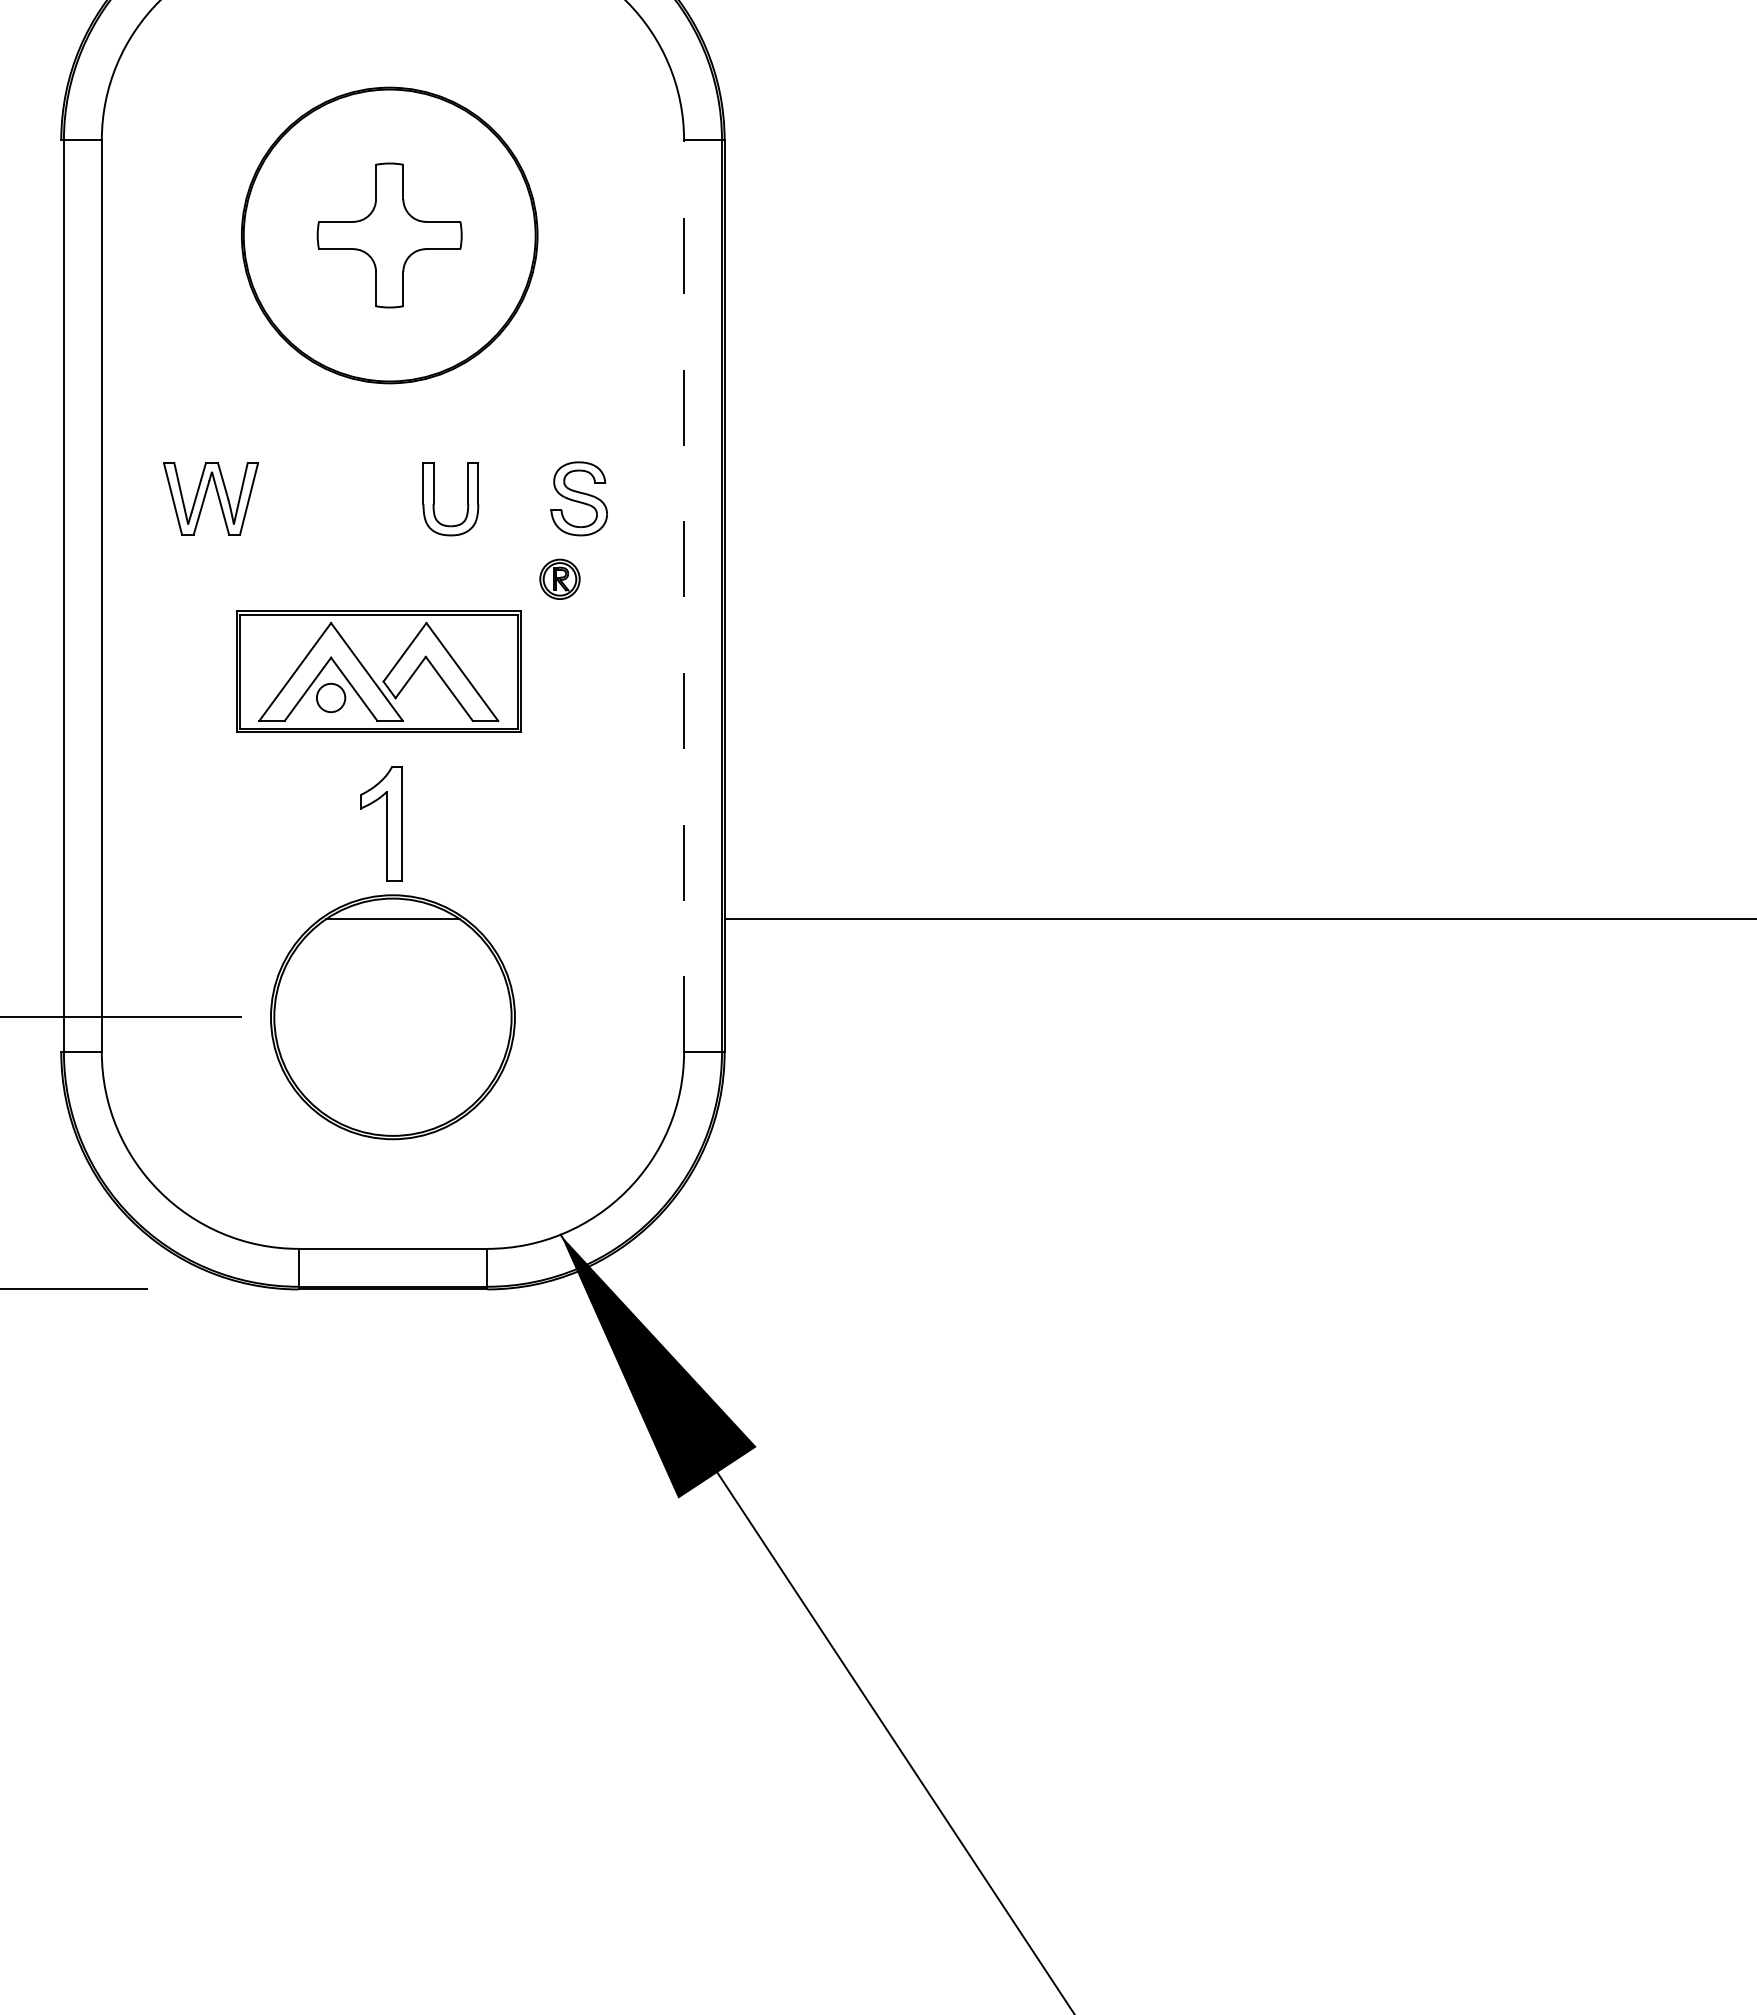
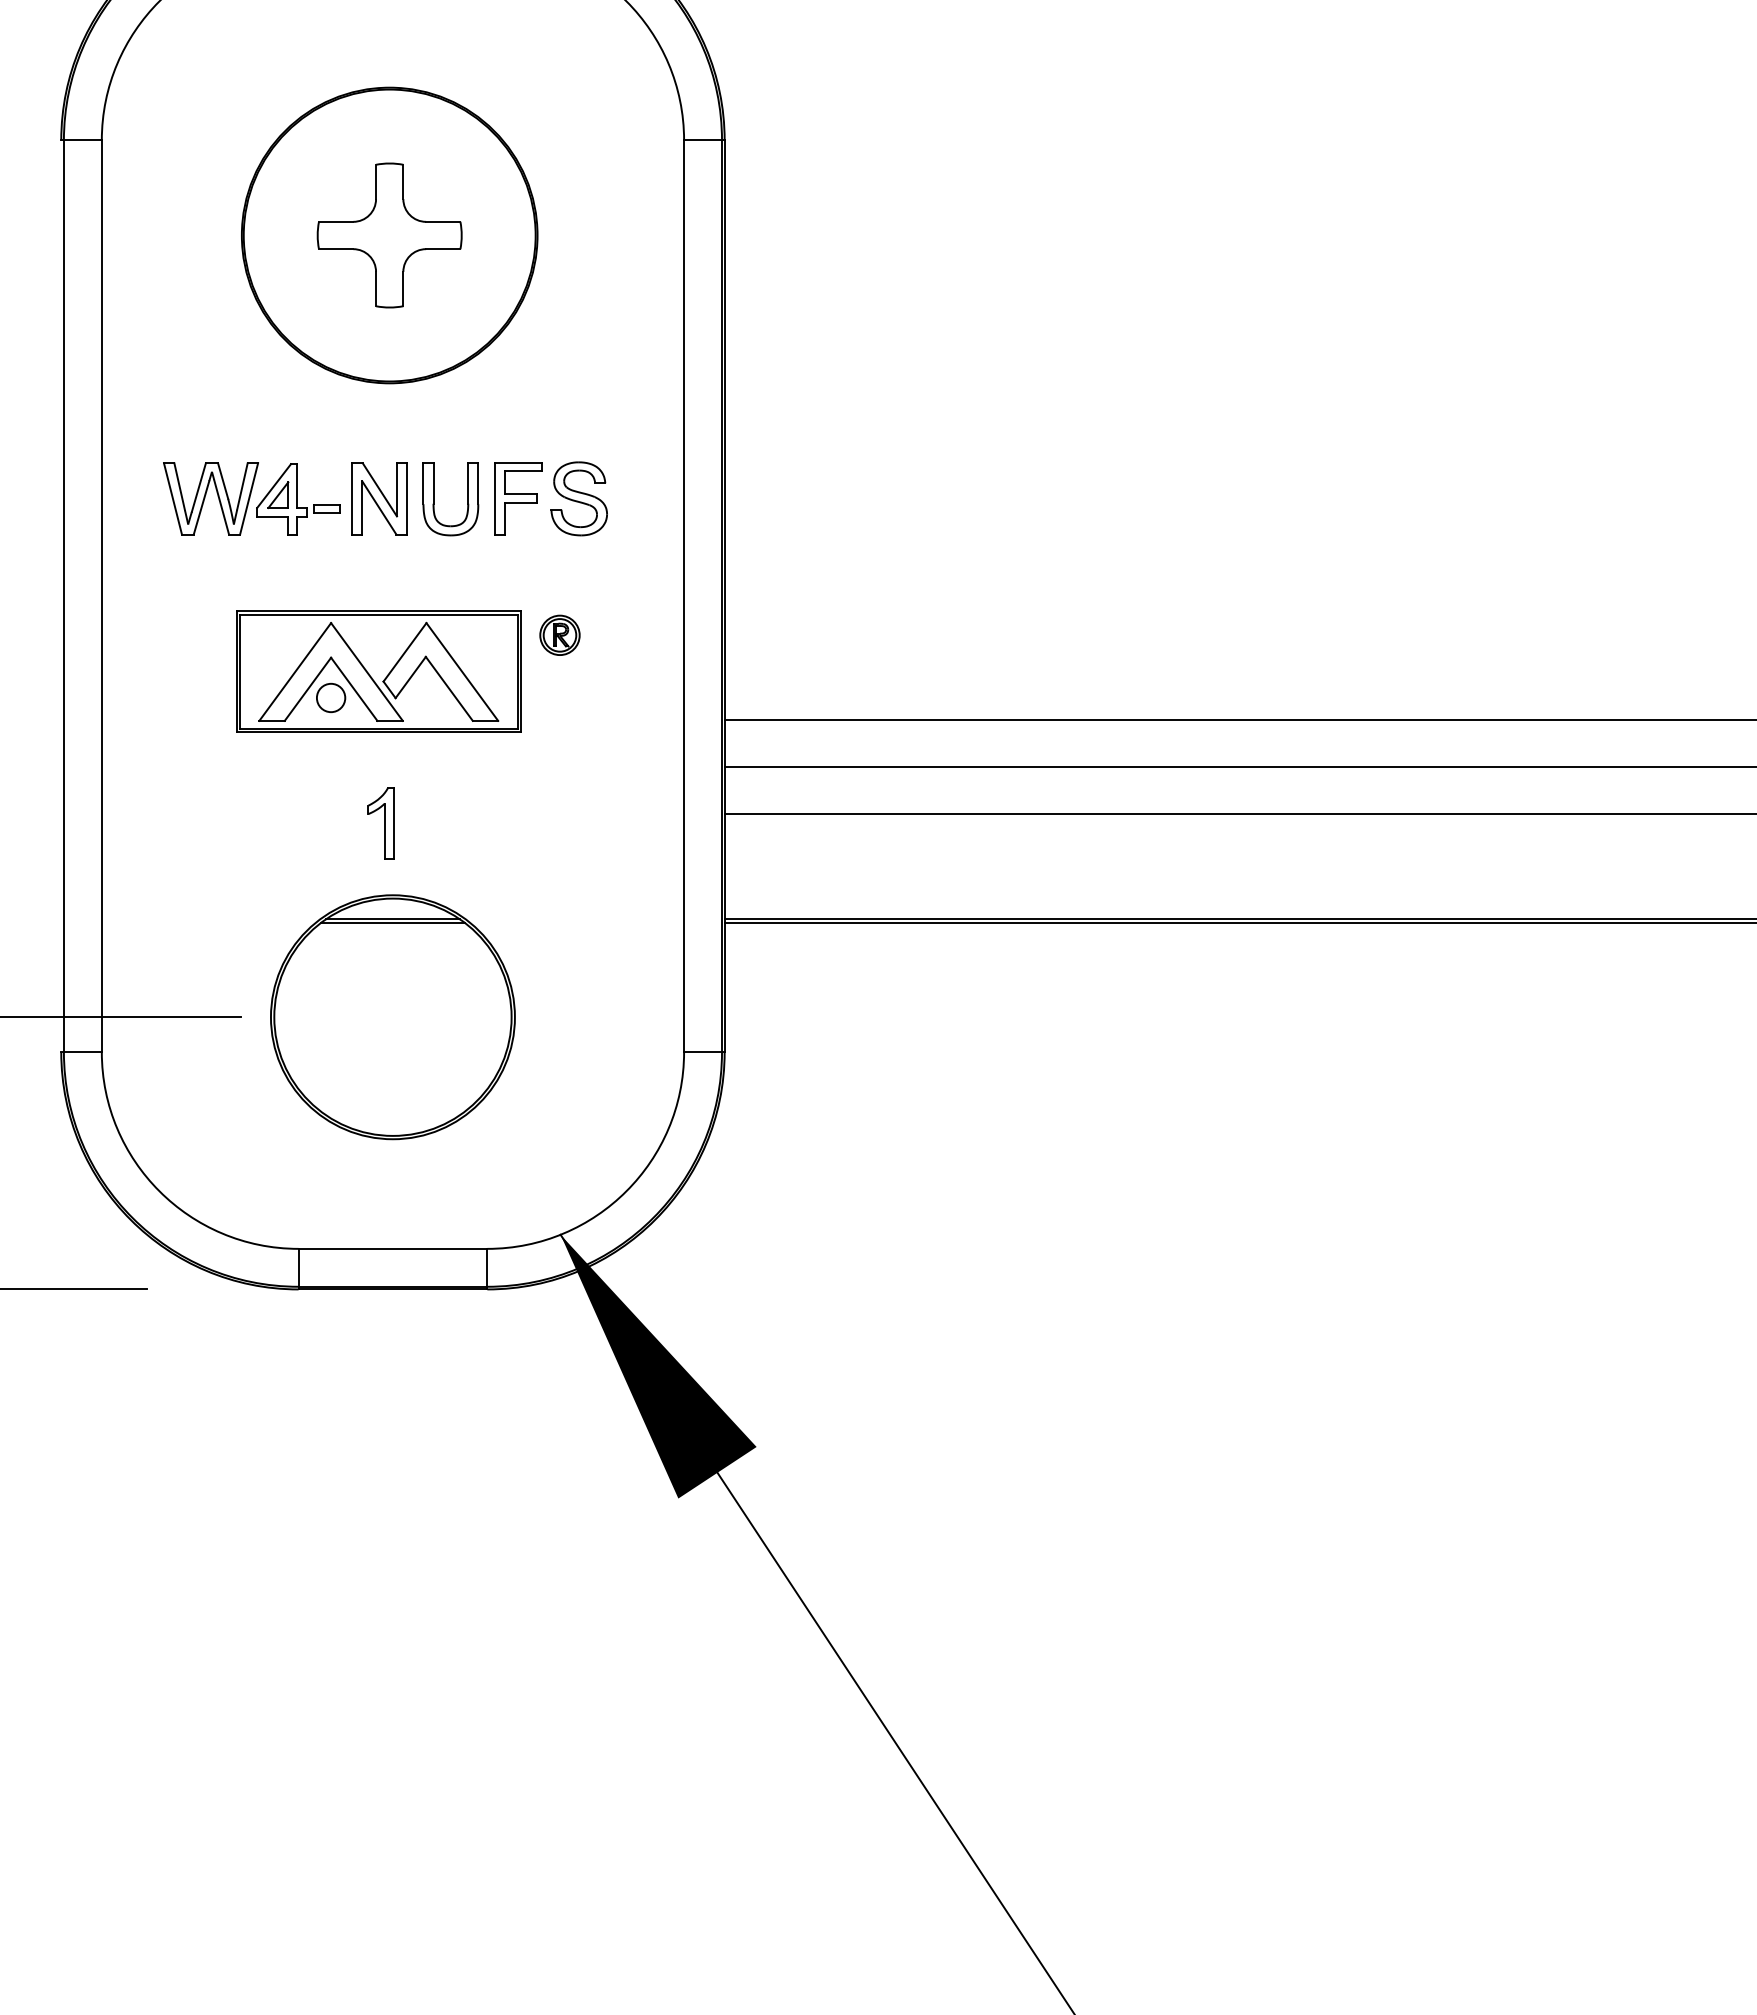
part at (379, 498): none -> present
part at (518, 498): none -> present
part at (298, 499): none -> present
part at (559, 578) position: (559, 578) -> (559, 634)
line at (684, 596): dashed -> solid
line at (1238, 719): none -> present
line at (1238, 767): none -> present
line at (1238, 813): none -> present
part at (381, 823) size: 43x116 px -> 28x73 px
line at (392, 922): none -> present
line at (1238, 922): none -> present
